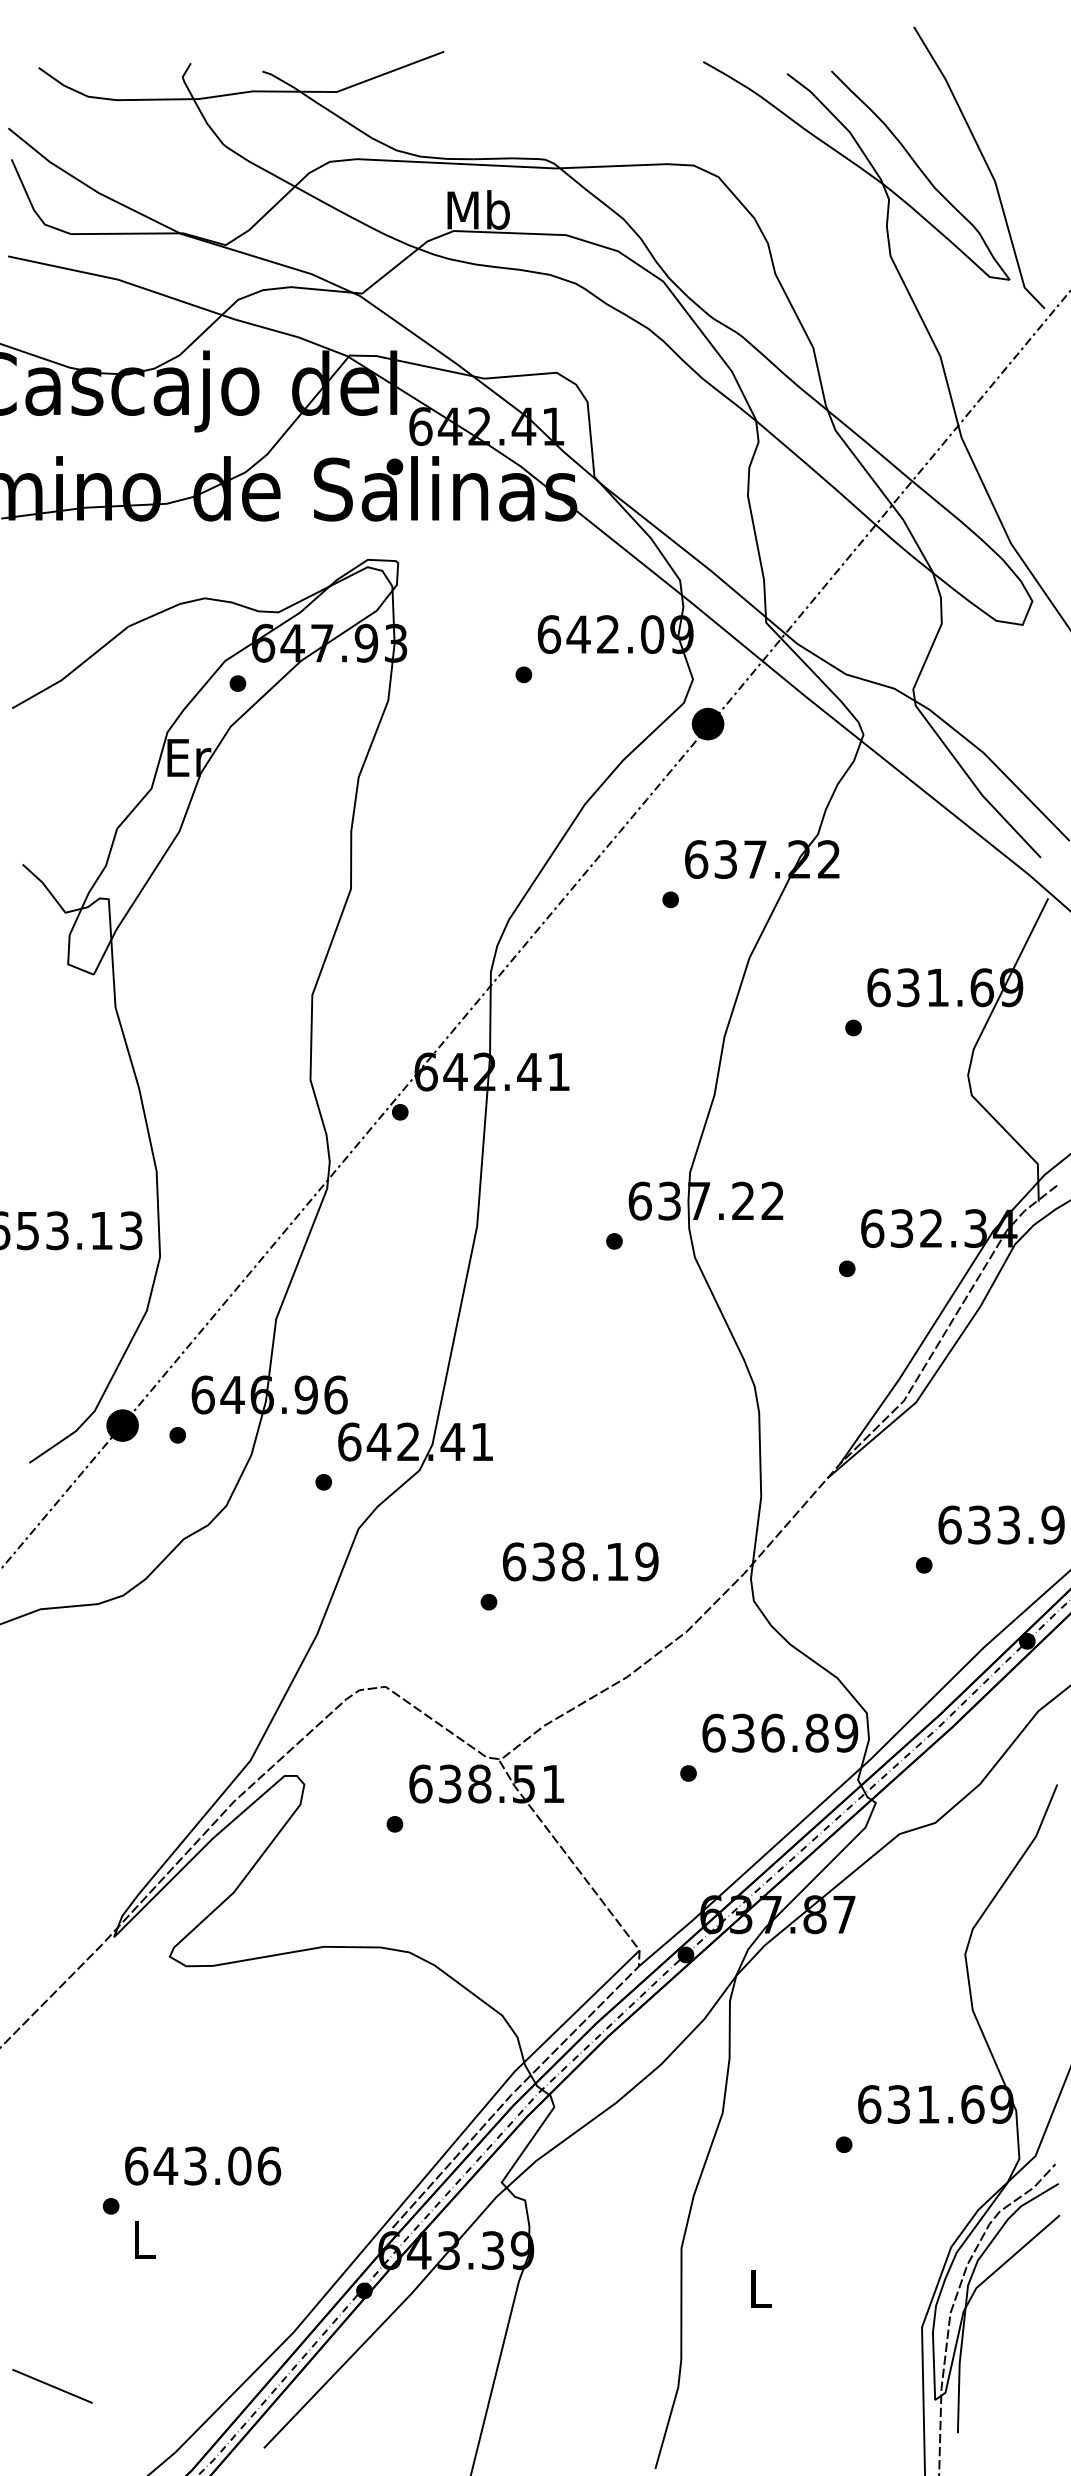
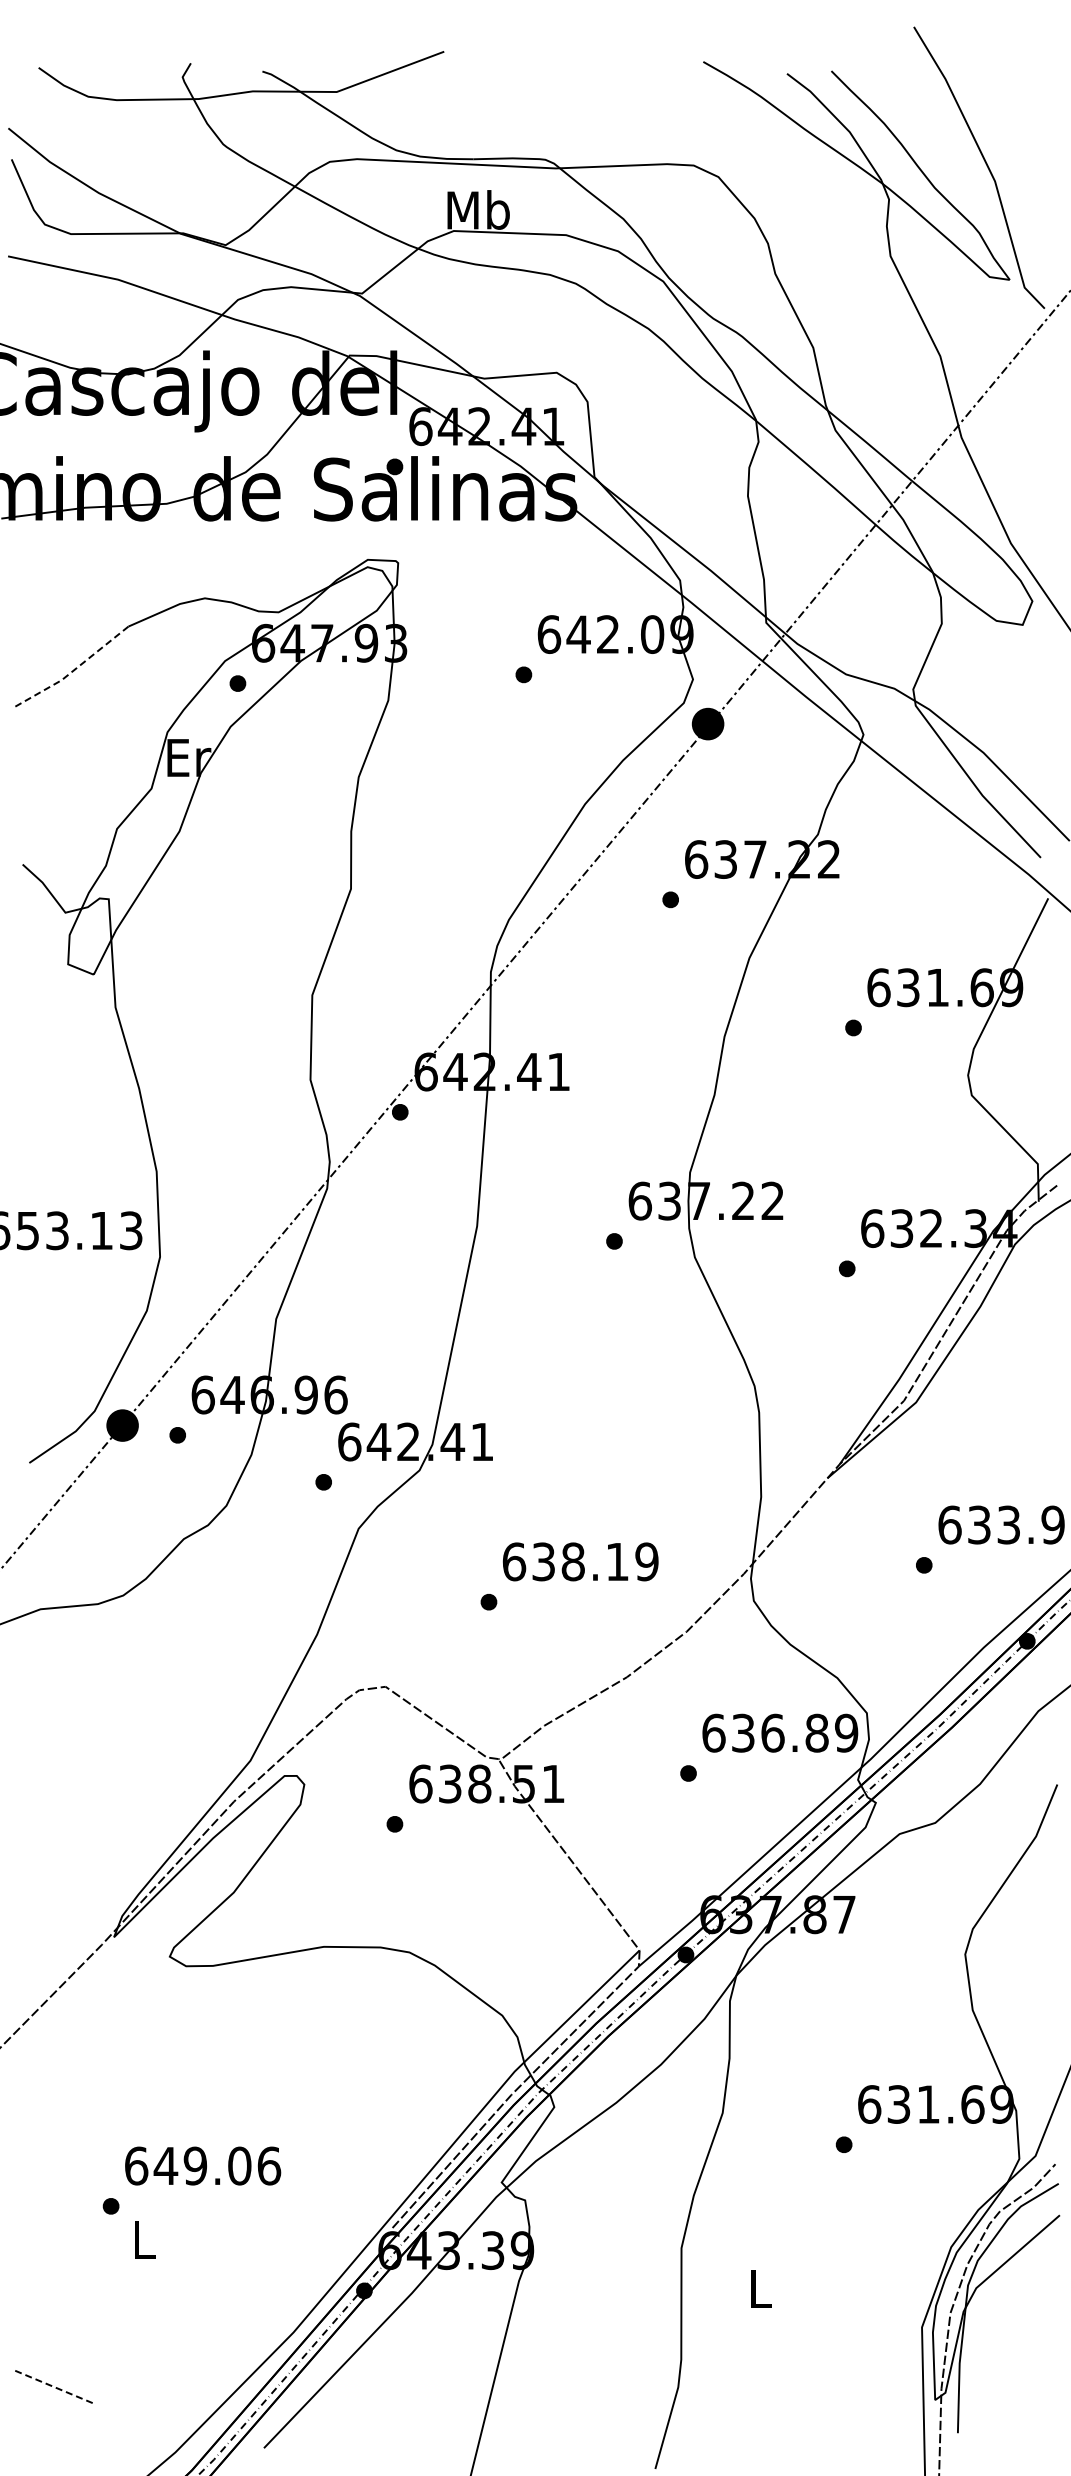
line at (72, 671): solid -> dashed
text at (195, 2165): 643.06 -> 649.06
line at (52, 2386): solid -> dashed
